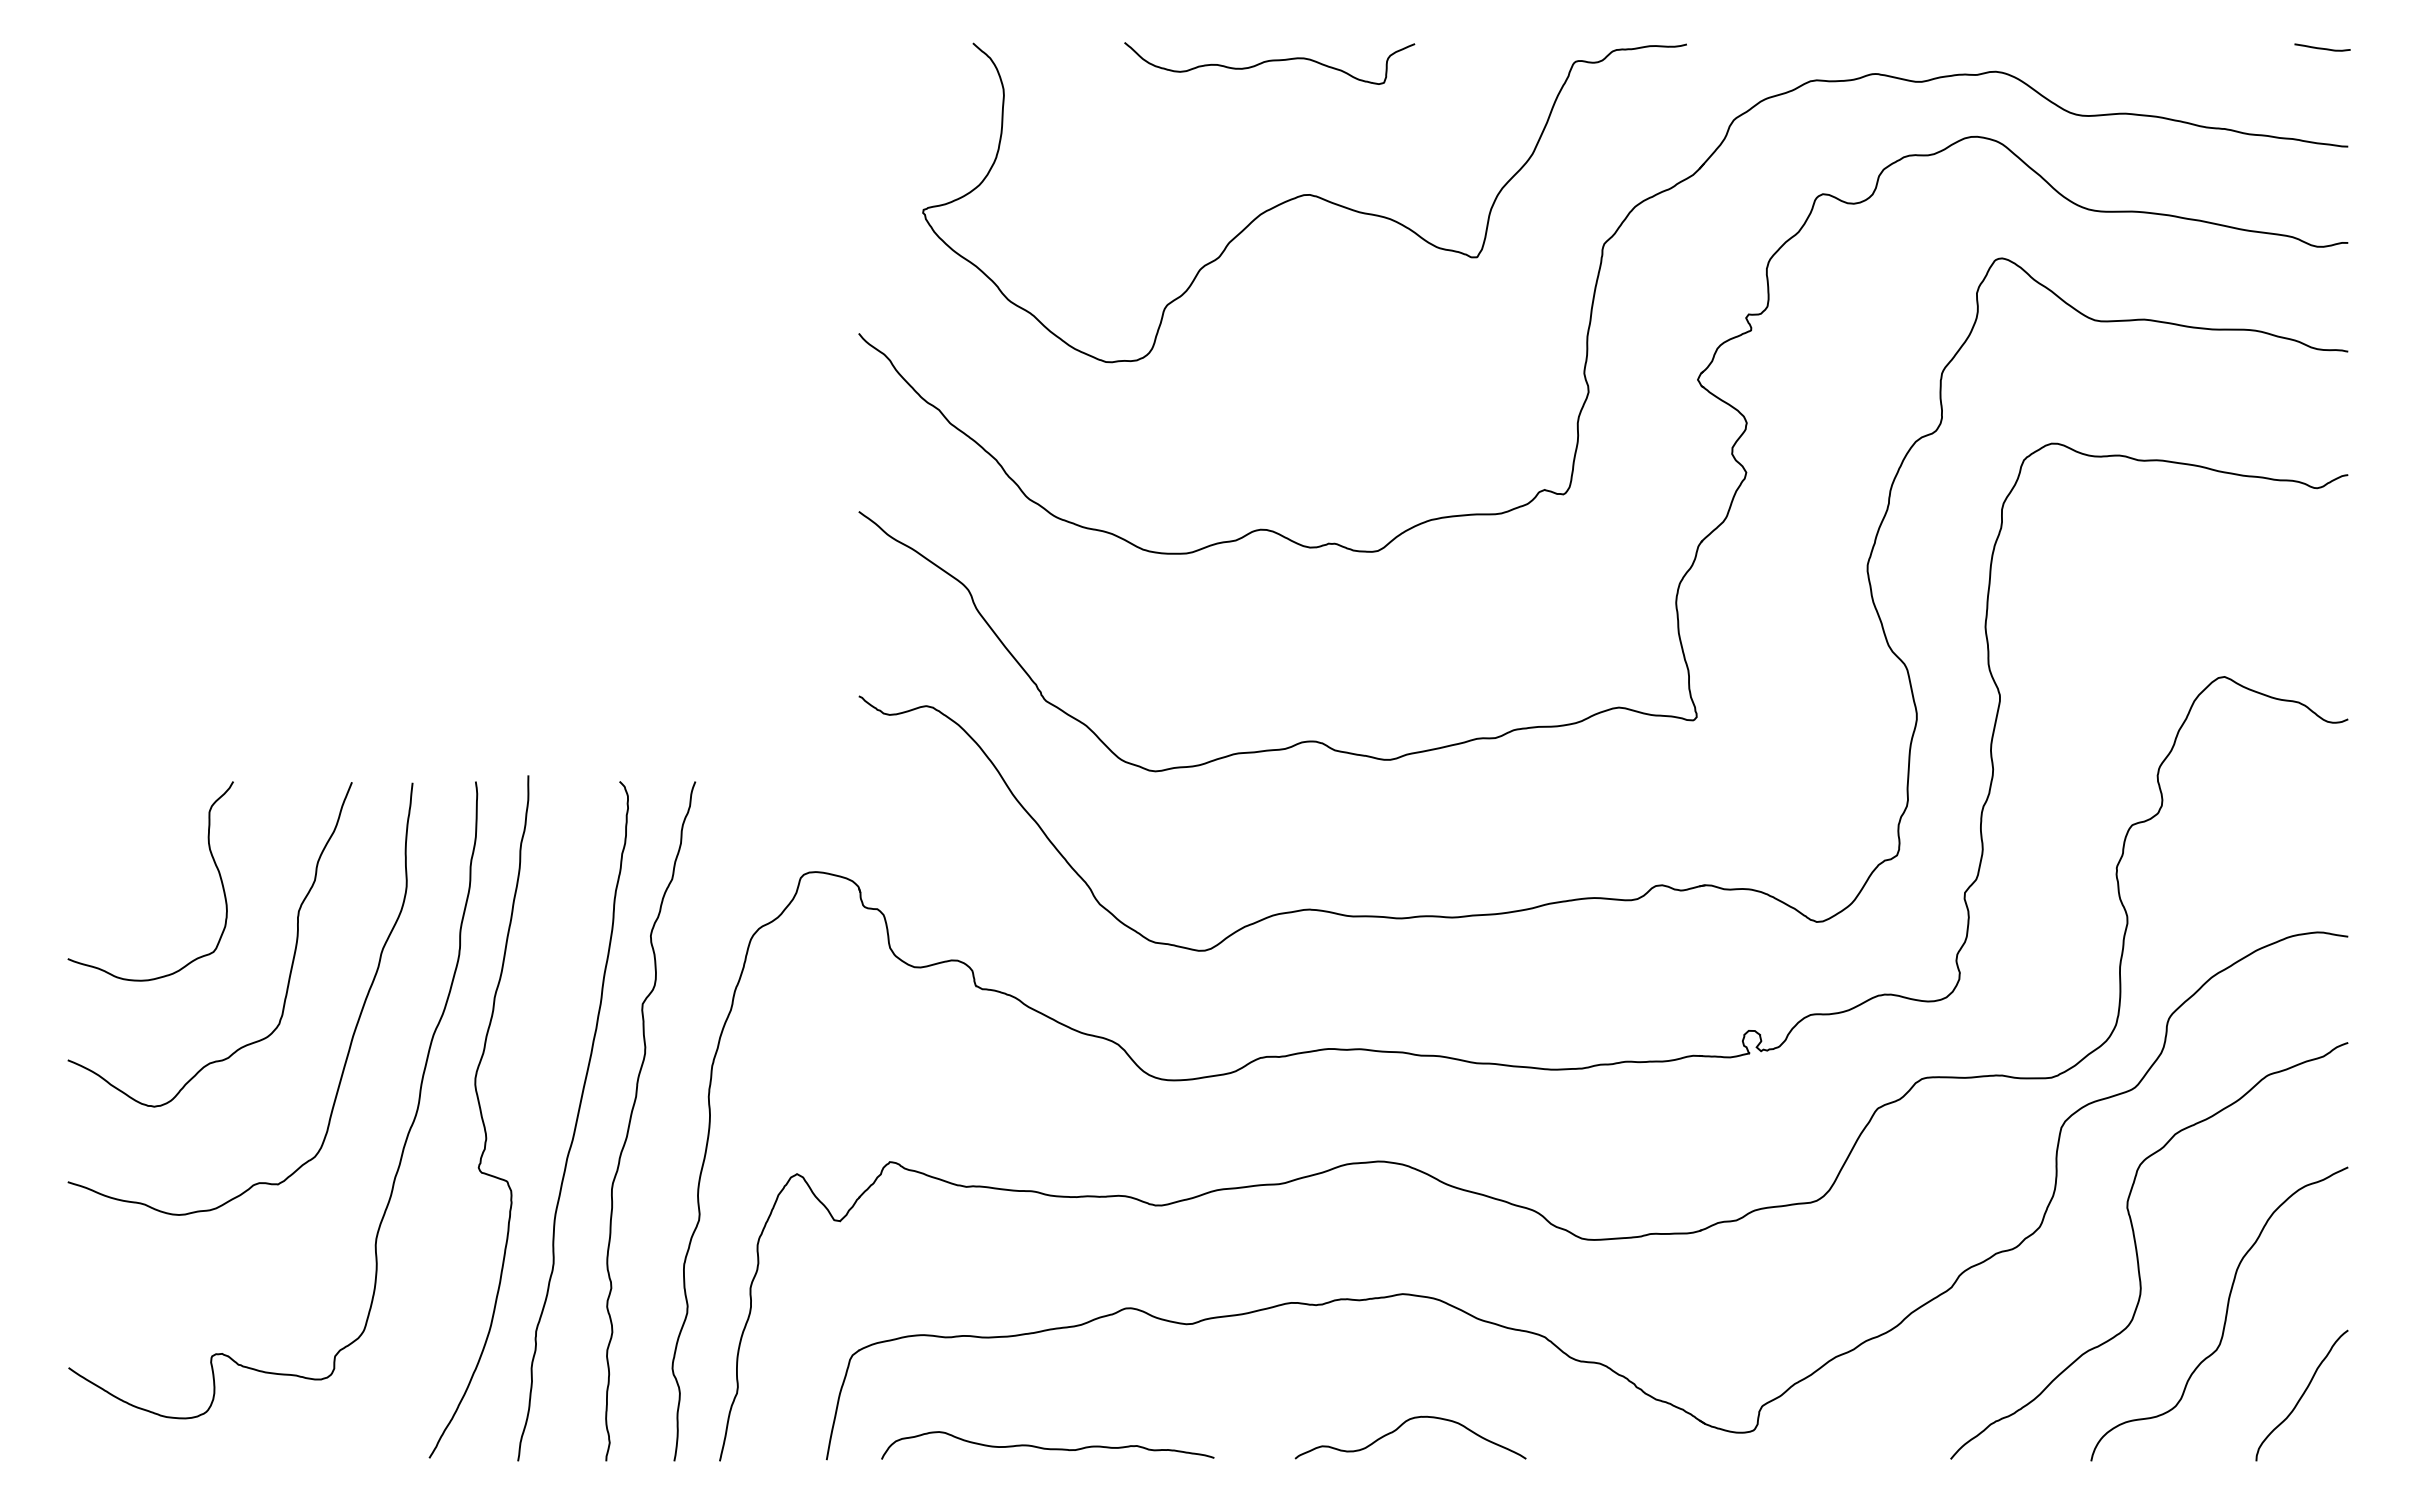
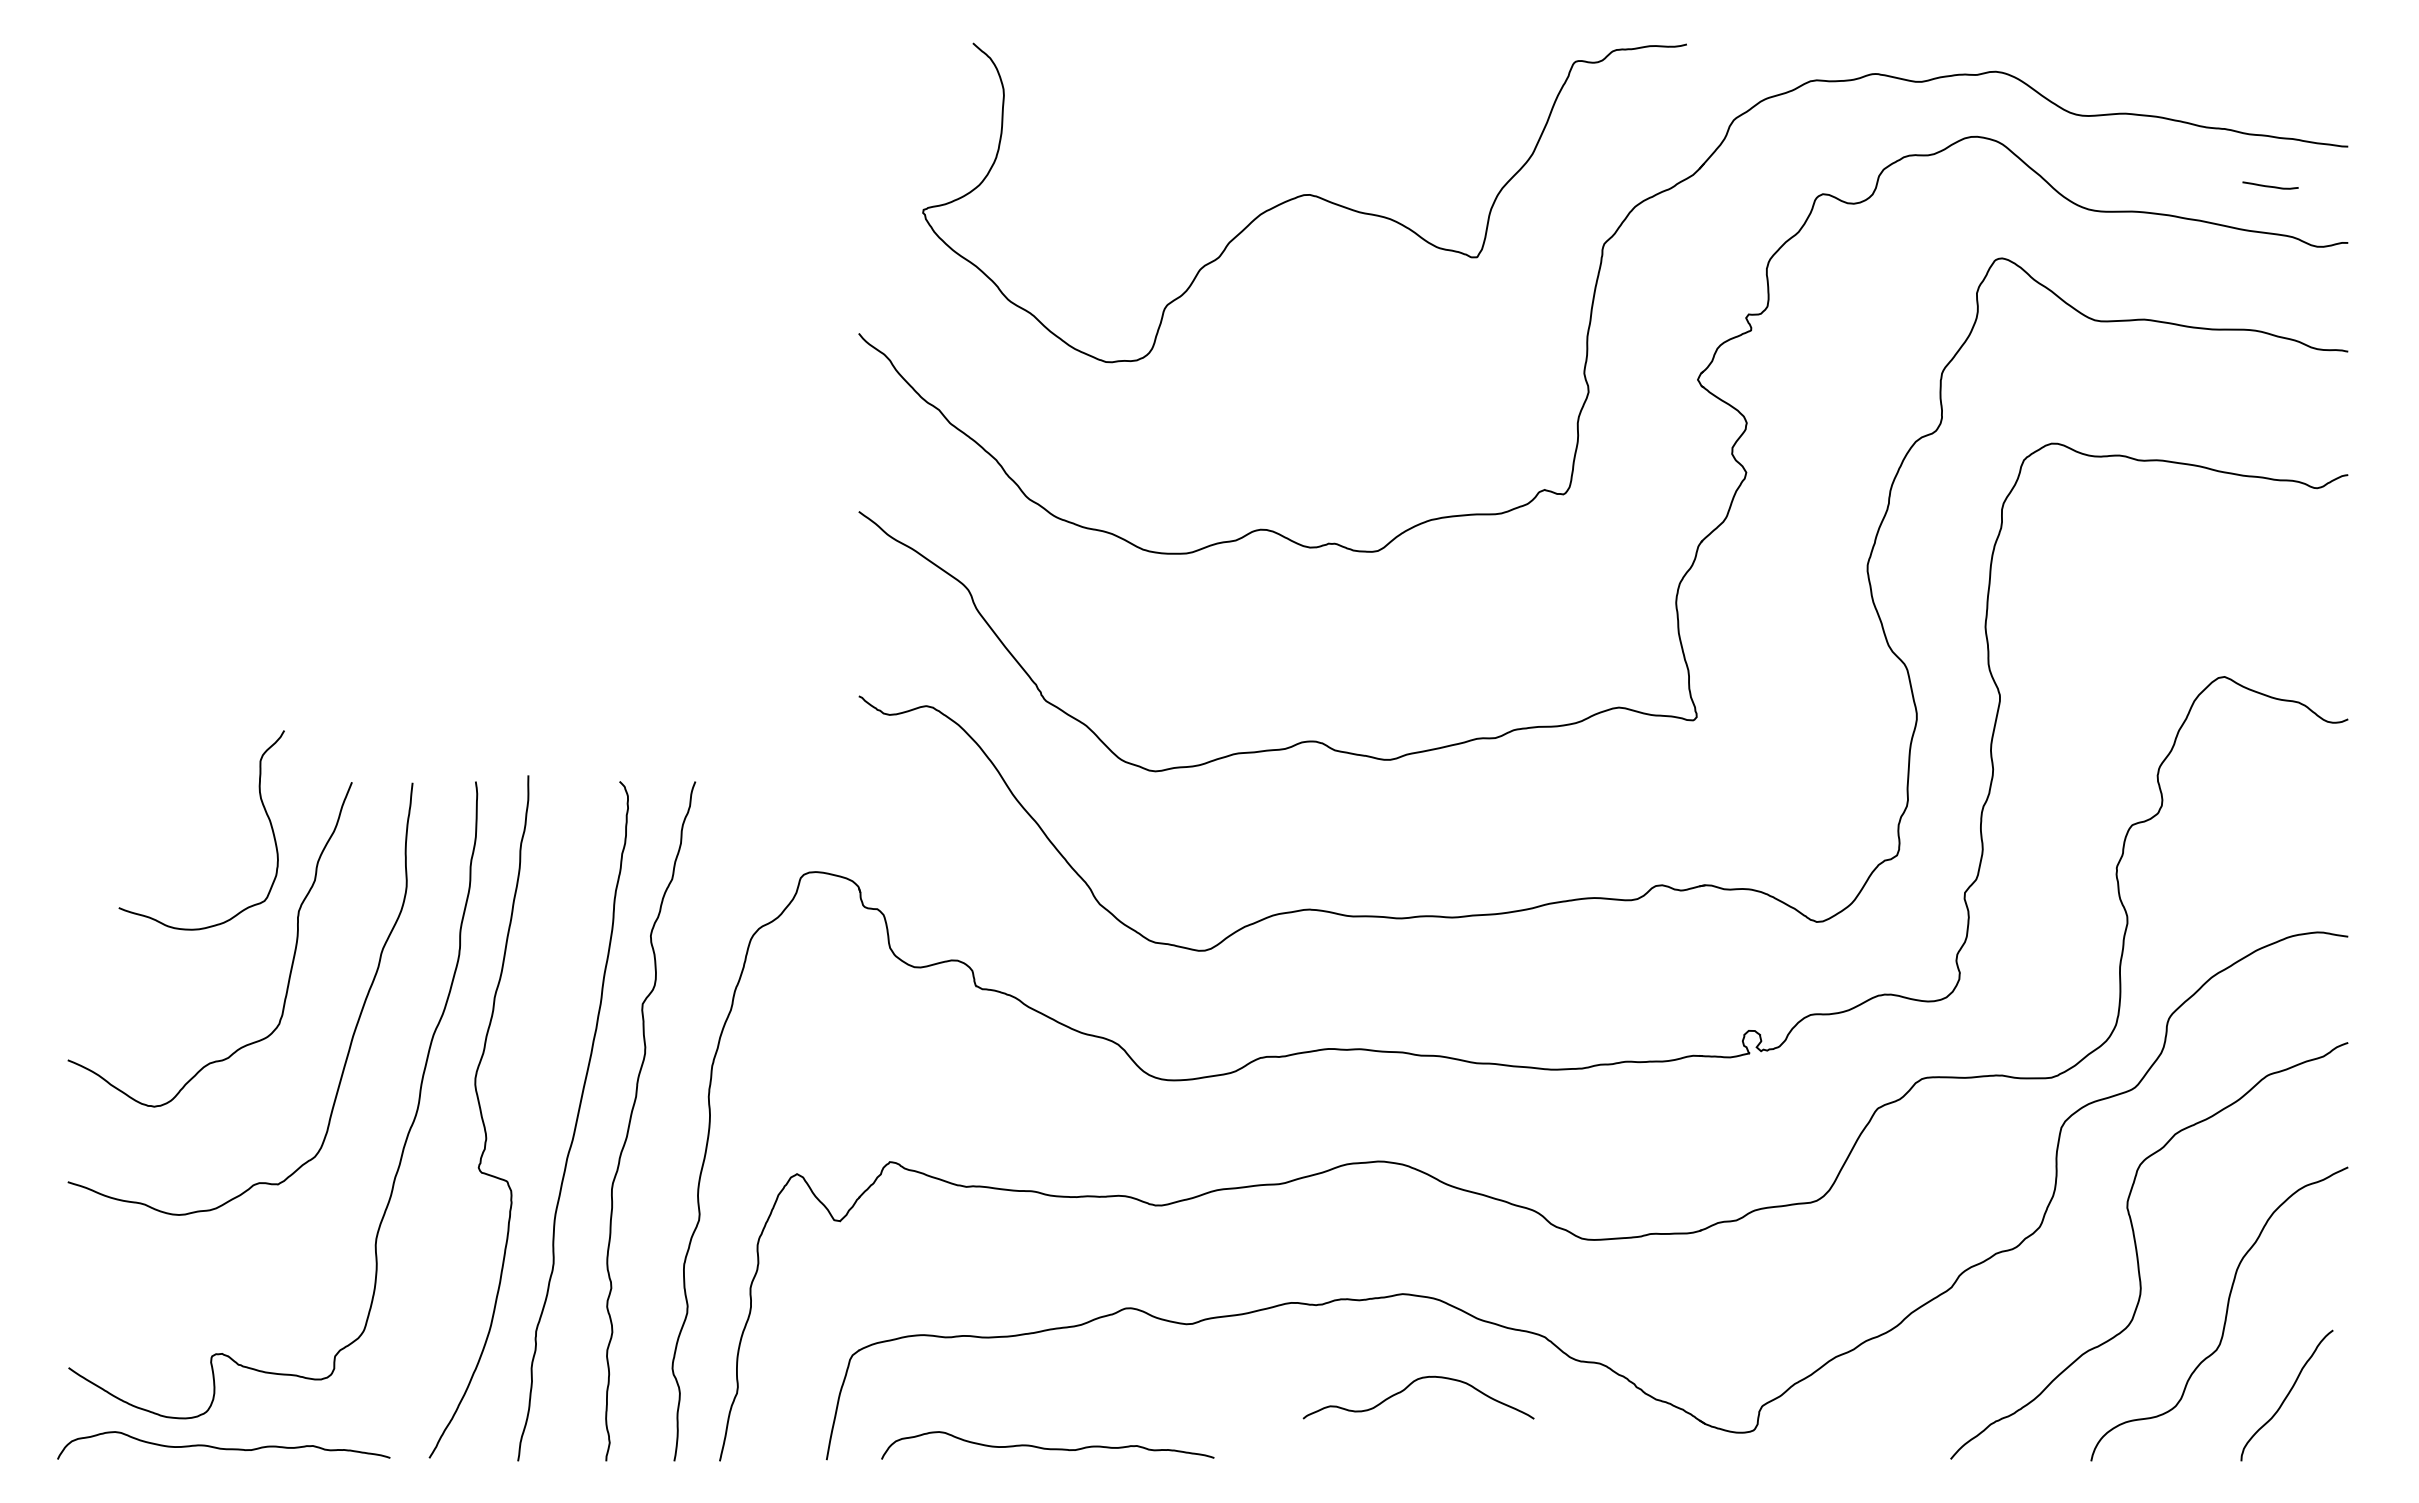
curve at (2322, 47) position: (2322, 47) -> (2270, 185)
curve at (1269, 61): present -> none
curve at (212, 859) position: (212, 859) -> (263, 808)
curve at (2301, 1395) position: (2301, 1395) -> (2286, 1395)
curve at (1400, 1427) position: (1400, 1427) -> (1408, 1387)
curve at (221, 1447): none -> present
